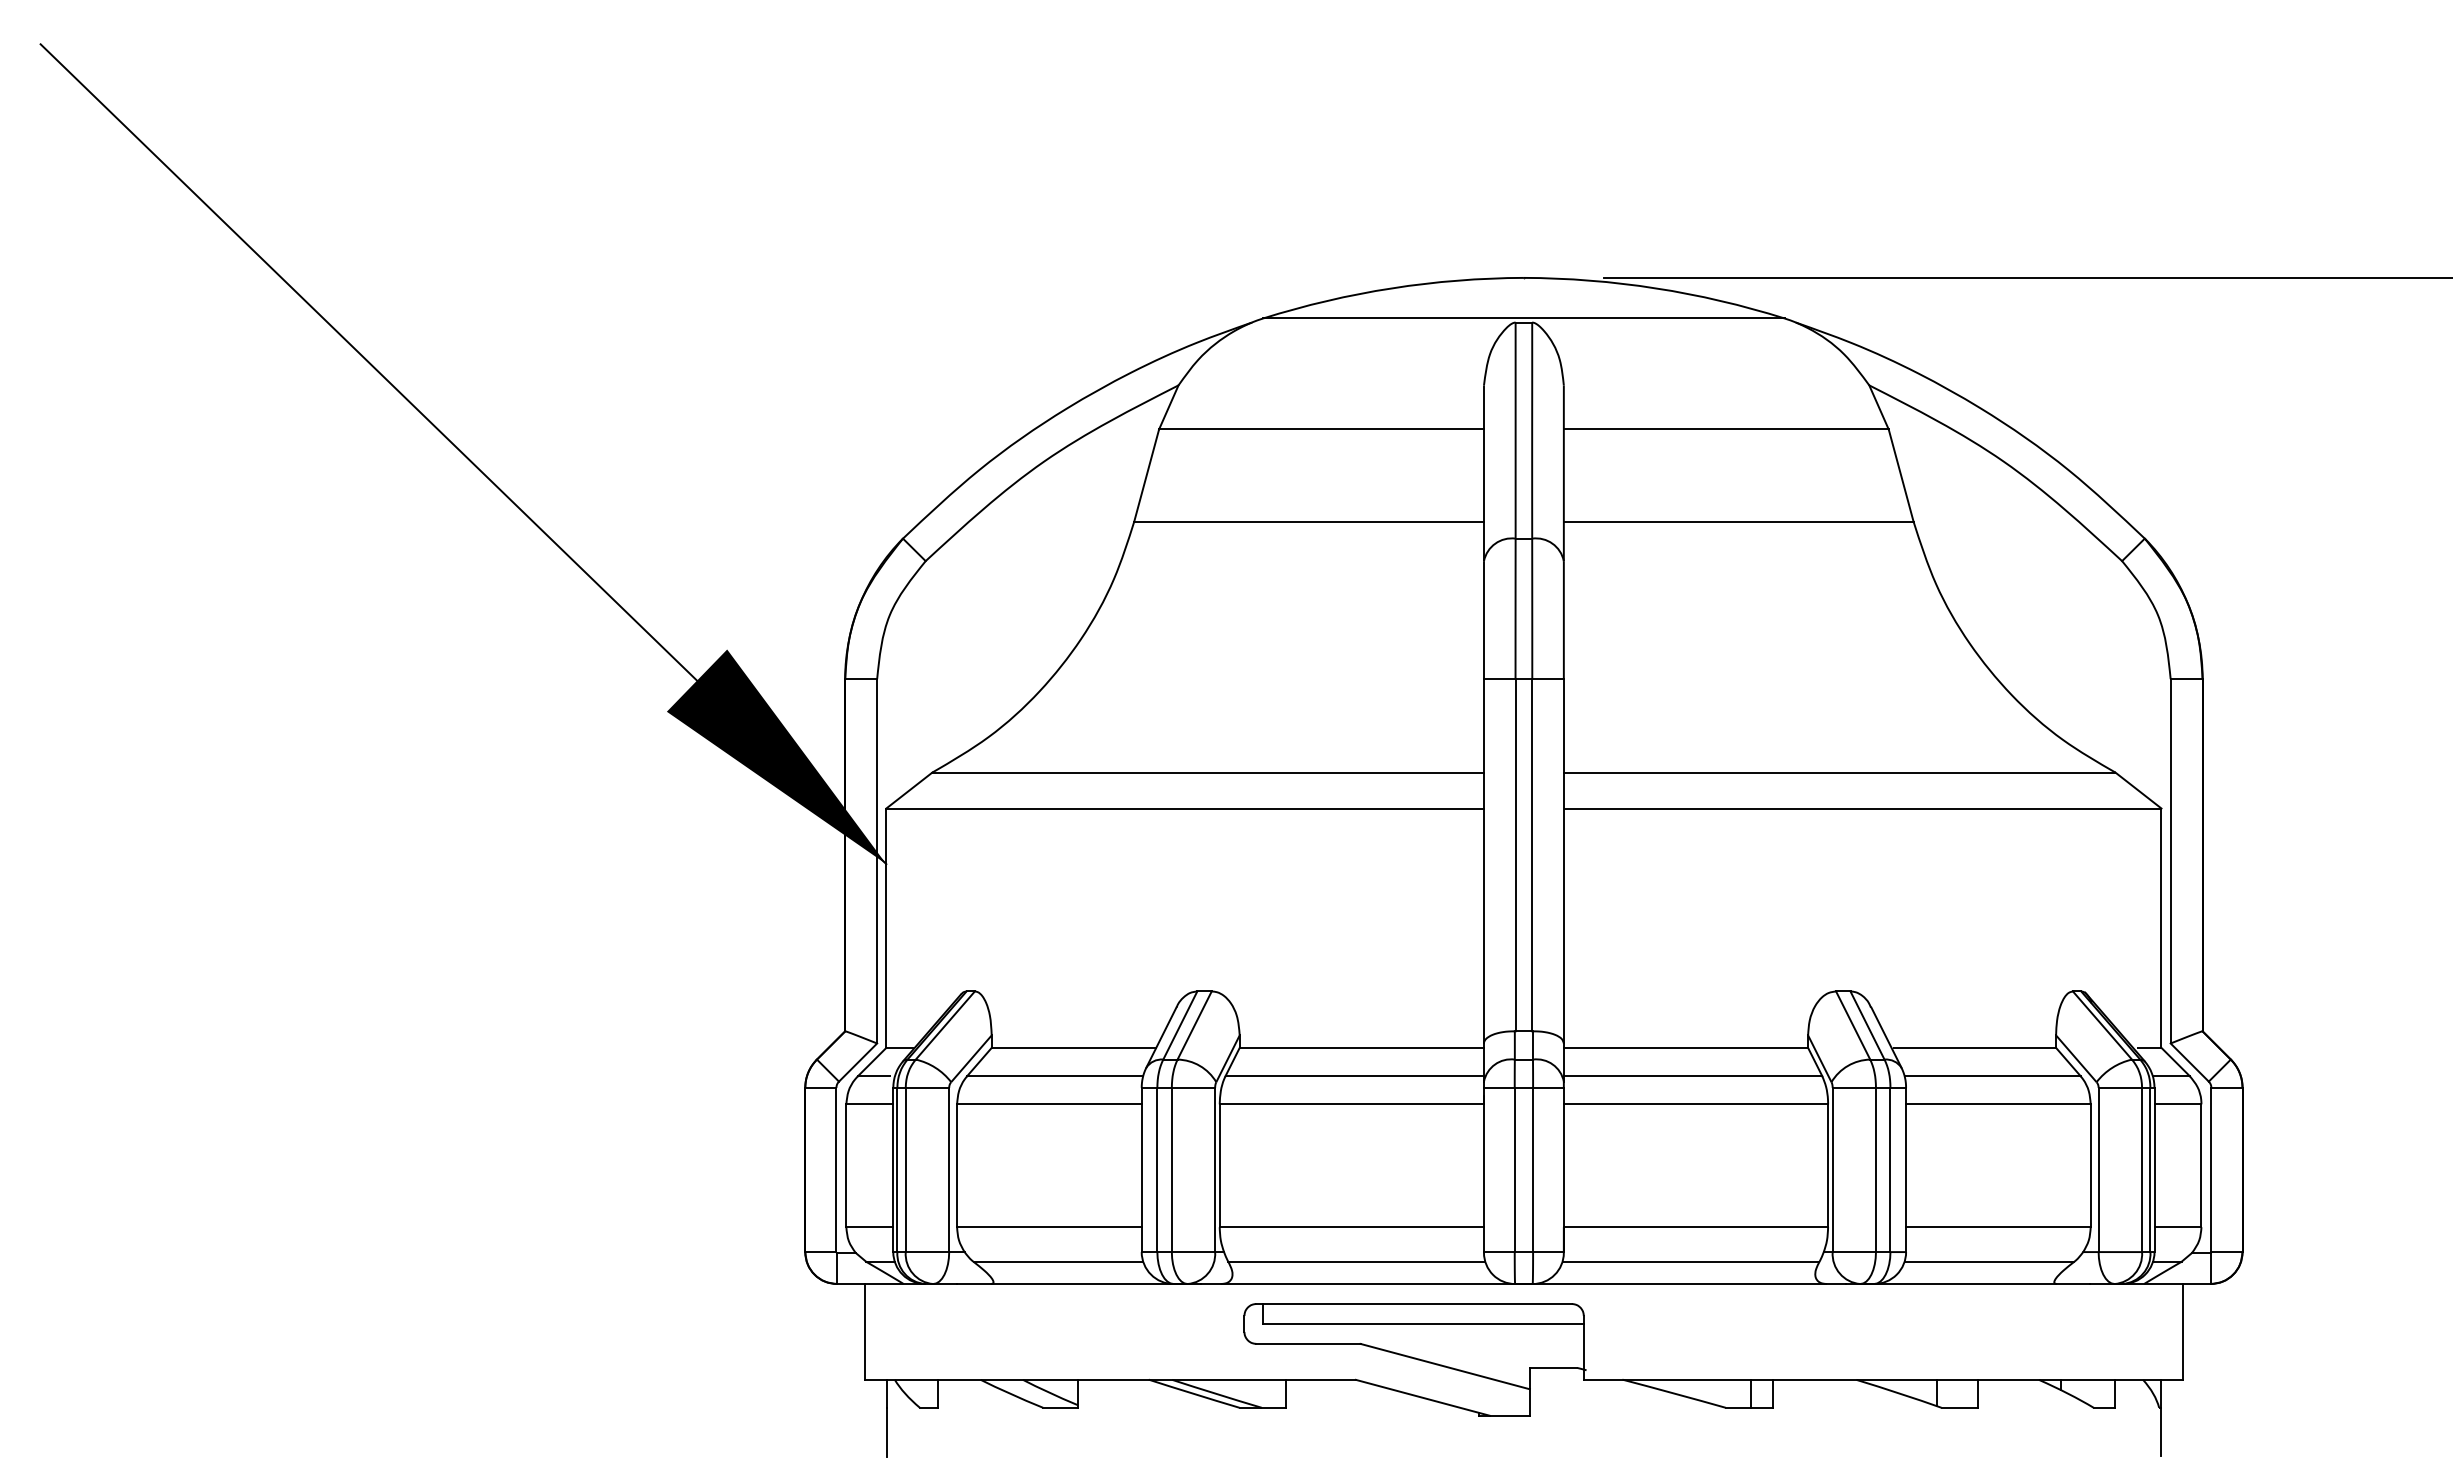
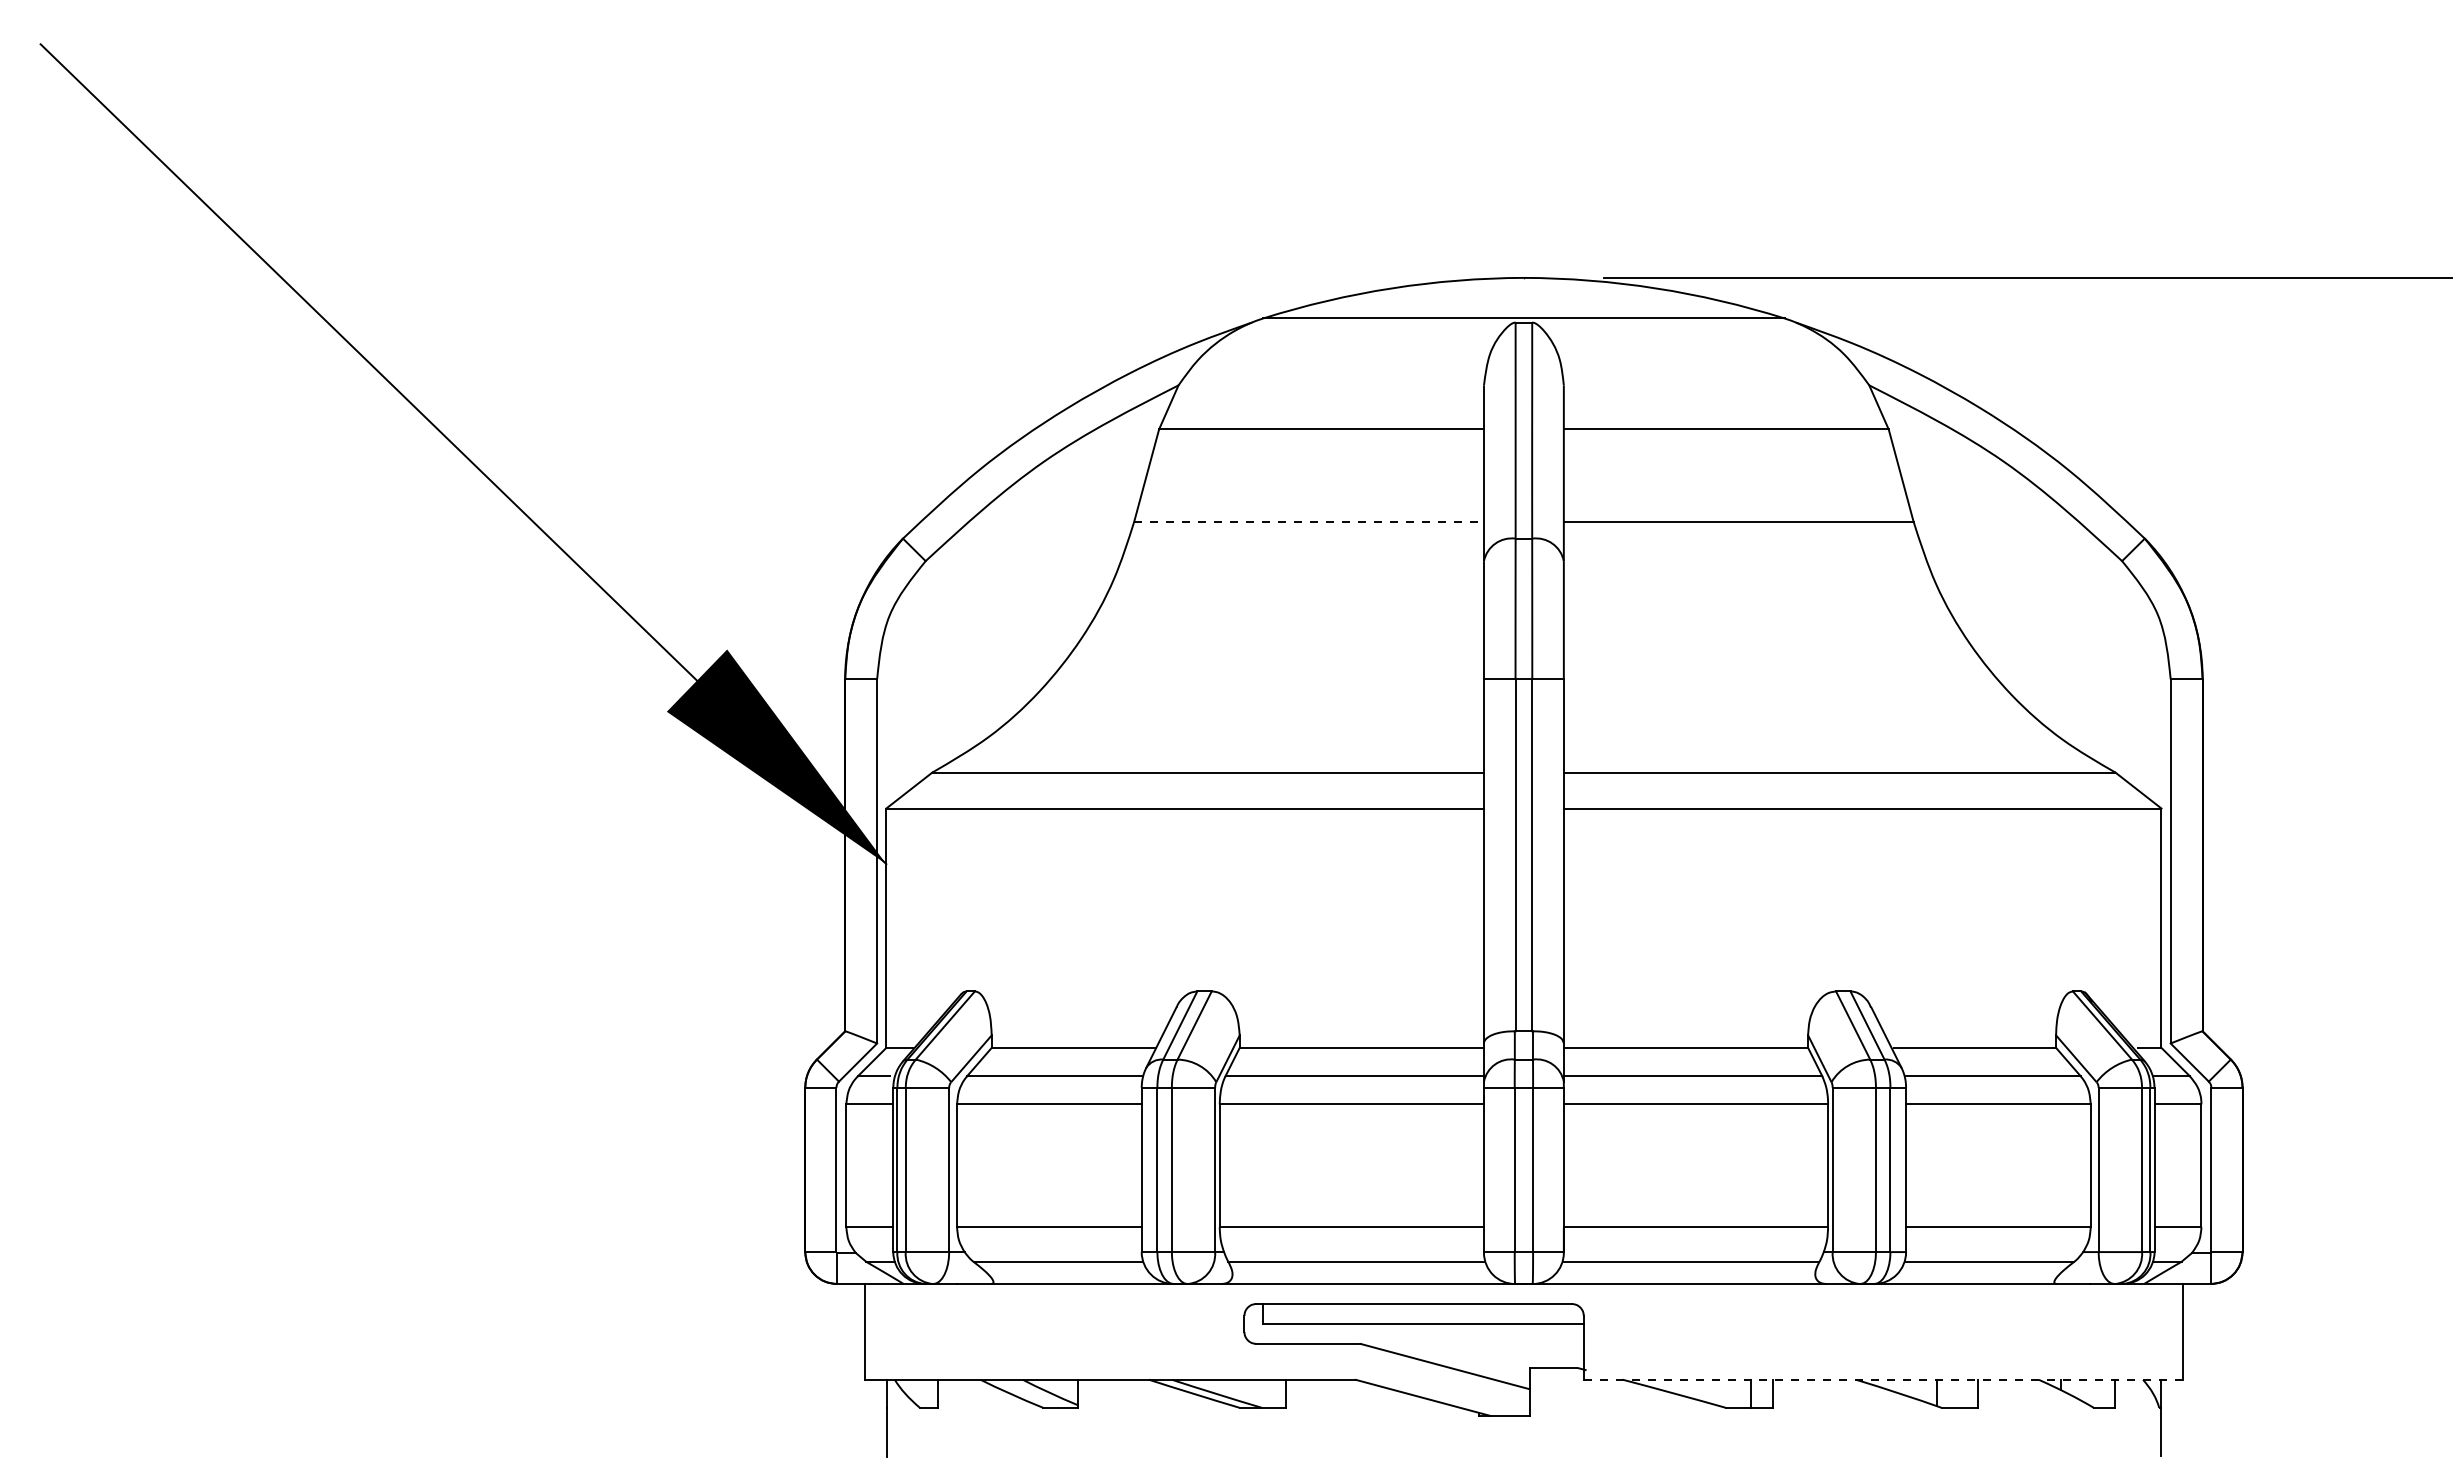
line at (1309, 521): solid -> dashed
line at (1883, 1379): solid -> dashed
